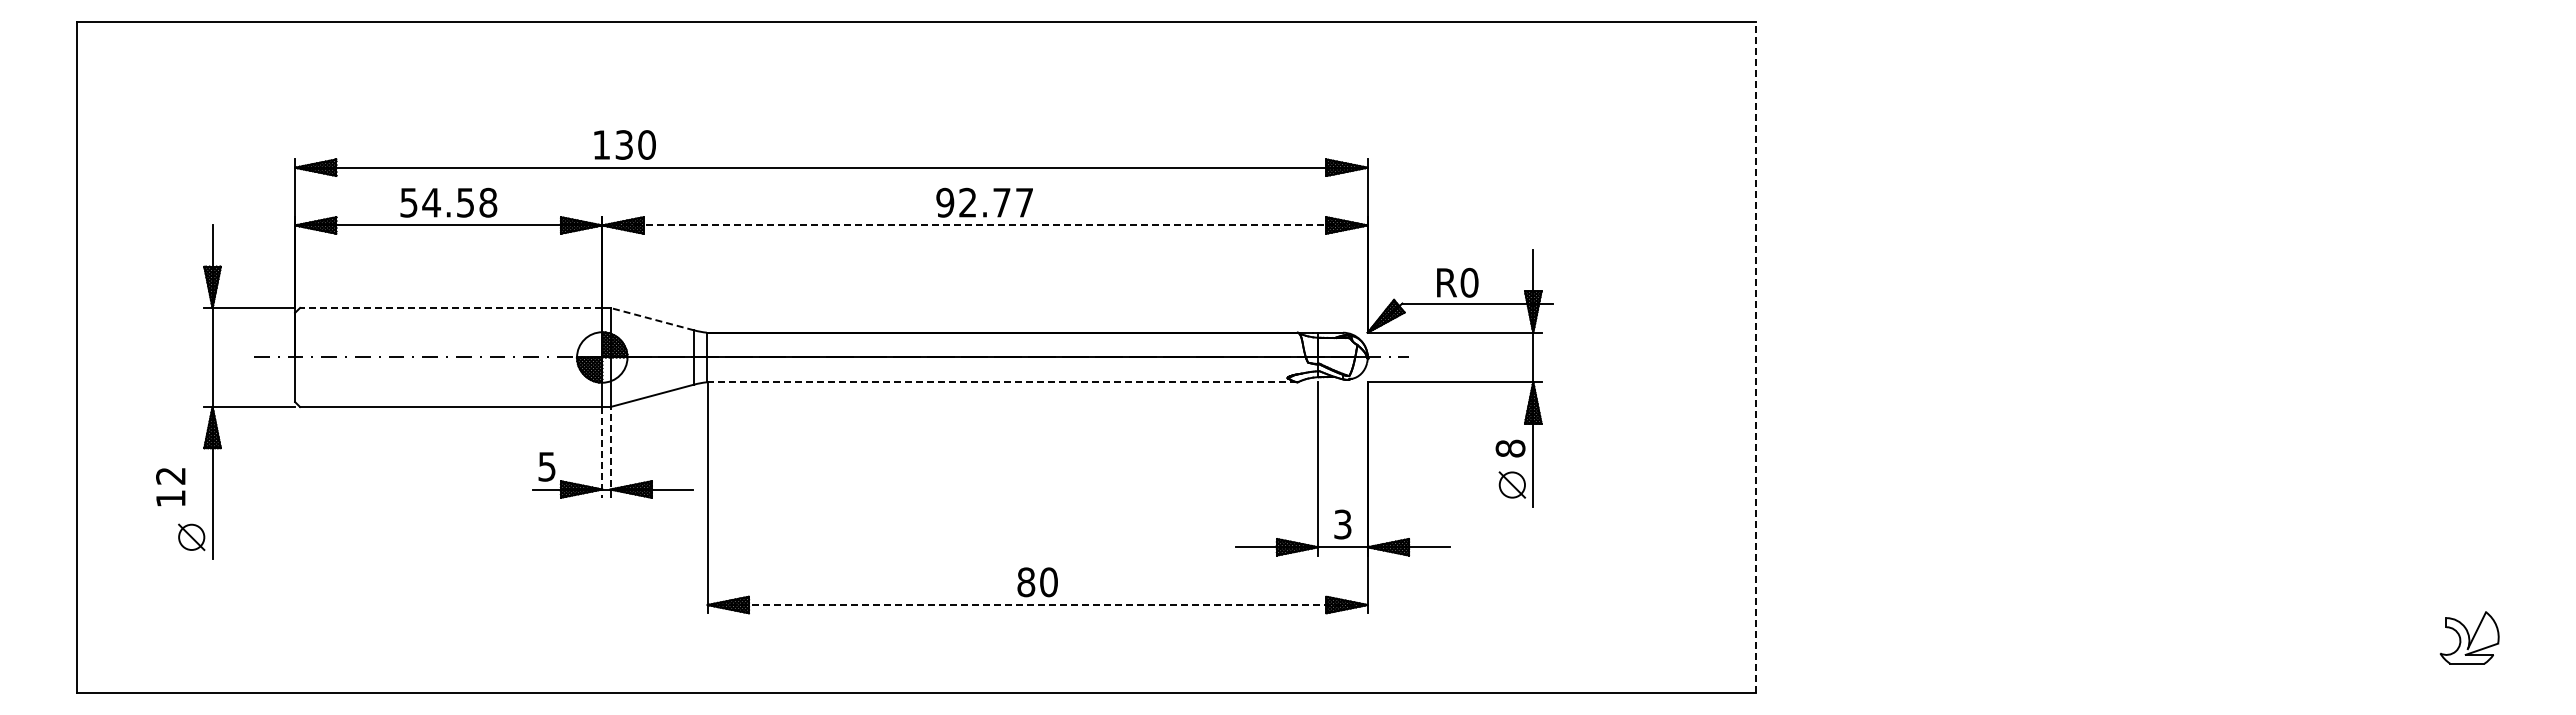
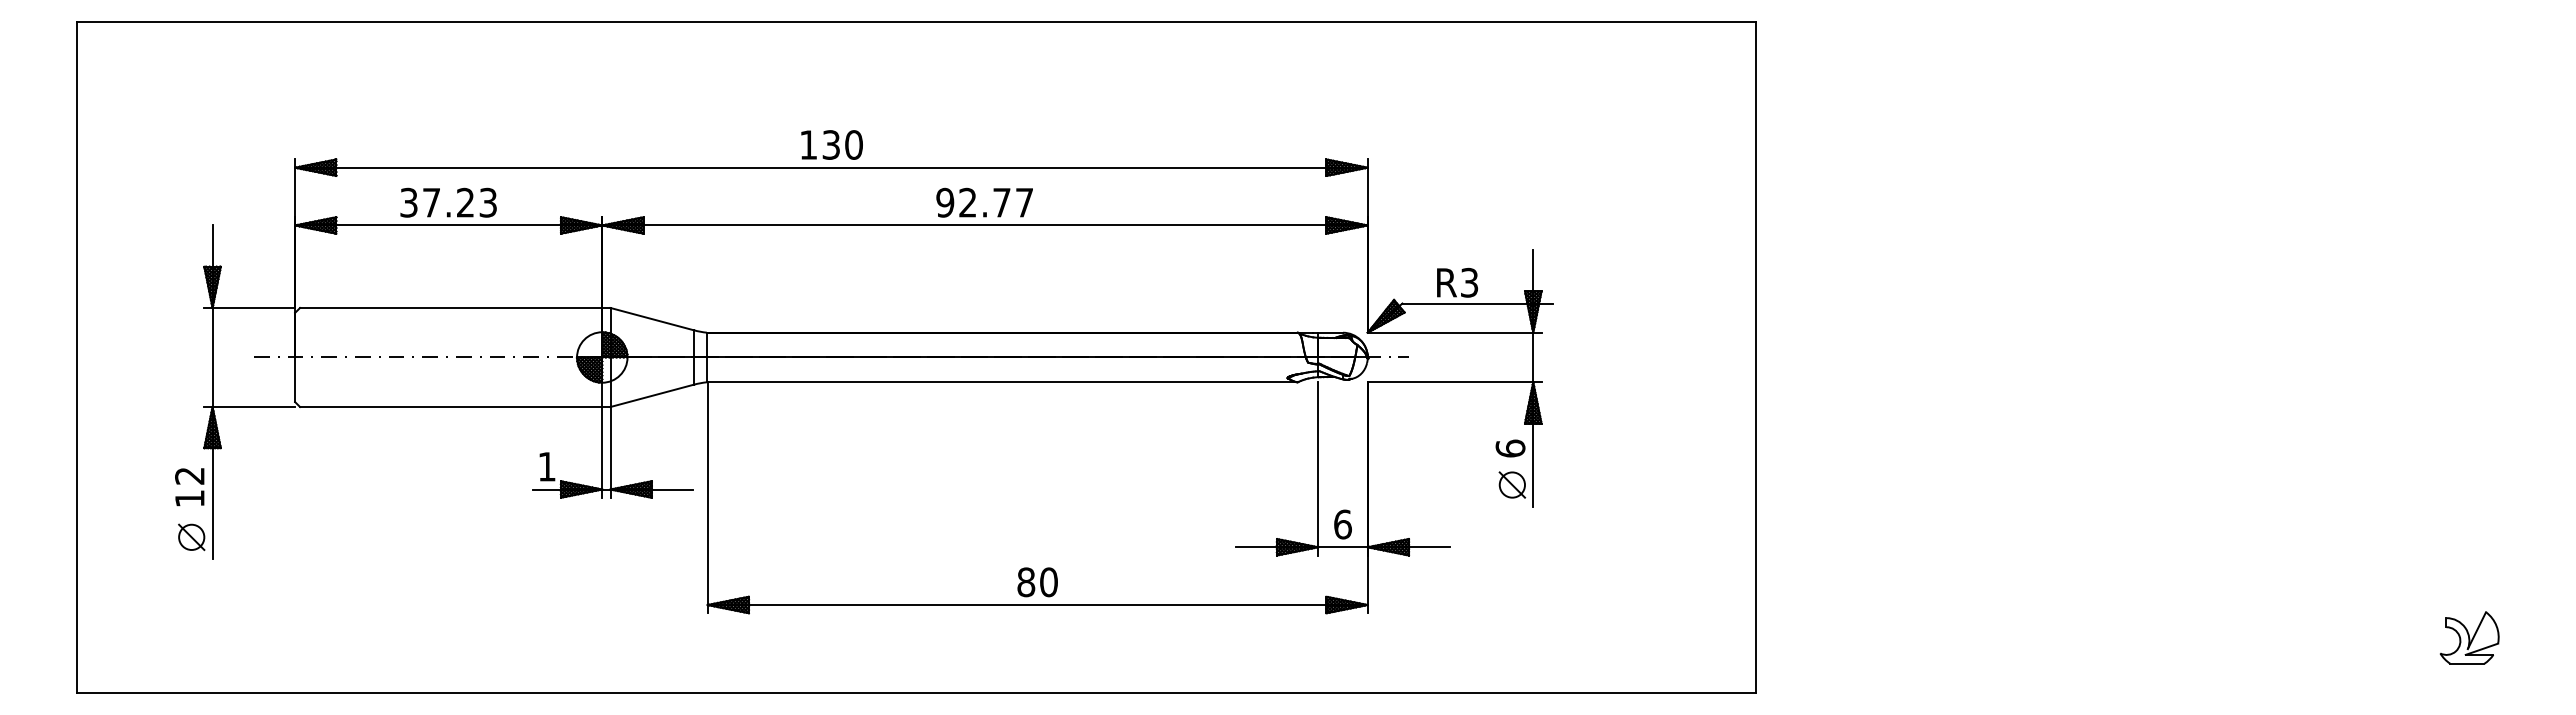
text at (624, 144) position: (624, 144) -> (831, 144)
text at (449, 202): 54.58 -> 37.23
line at (985, 225): dashed -> solid
text at (1469, 282): R0 -> R3
line at (450, 307): dashed -> solid
line at (651, 319): dashed -> solid
line at (1756, 357): dashed -> solid
line at (1002, 382): dashed -> solid
text at (1510, 448): 8 -> 6
line at (610, 451): dashed -> solid
line at (602, 452): dashed -> solid
text at (546, 466): 5 -> 1
text at (170, 487) position: (170, 487) -> (189, 487)
text at (1342, 524): 3 -> 6
line at (1038, 605): dashed -> solid
